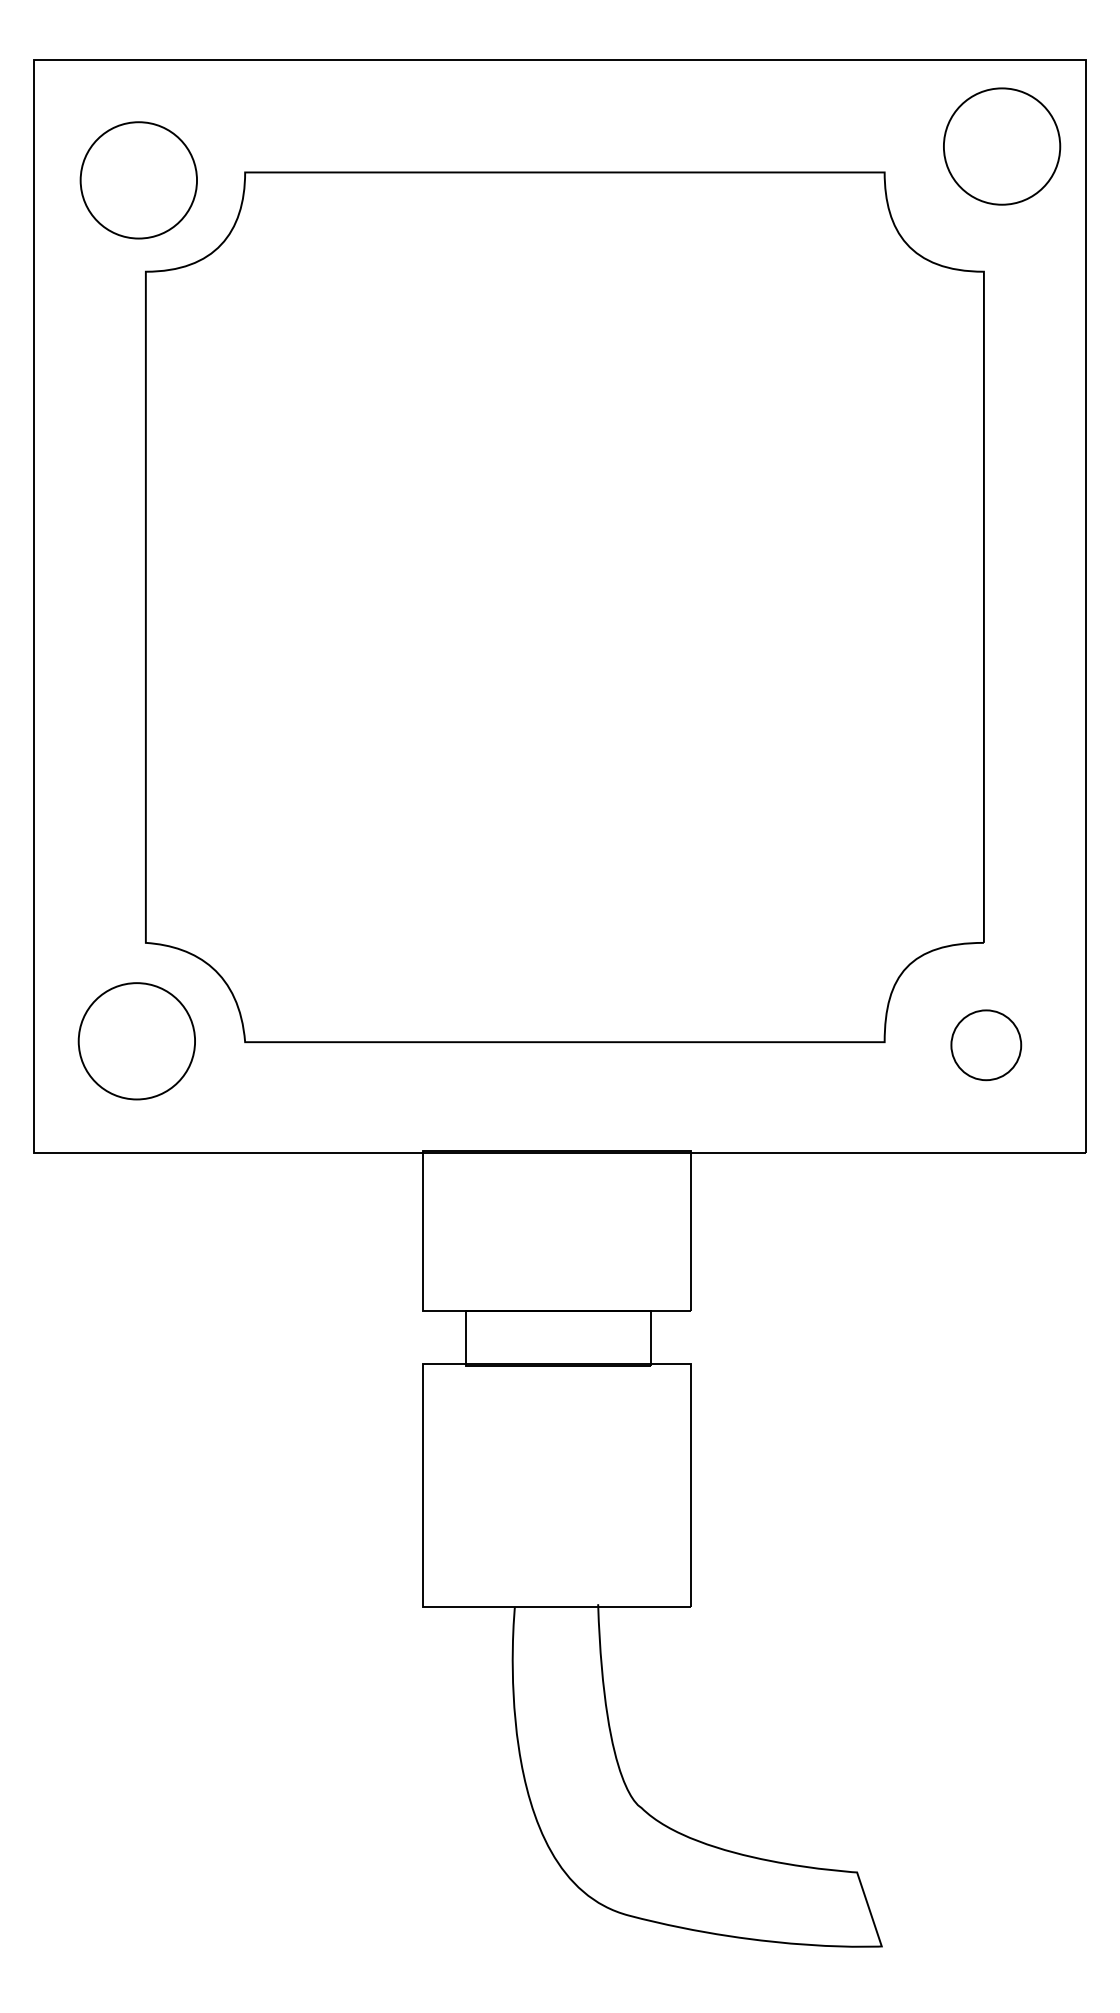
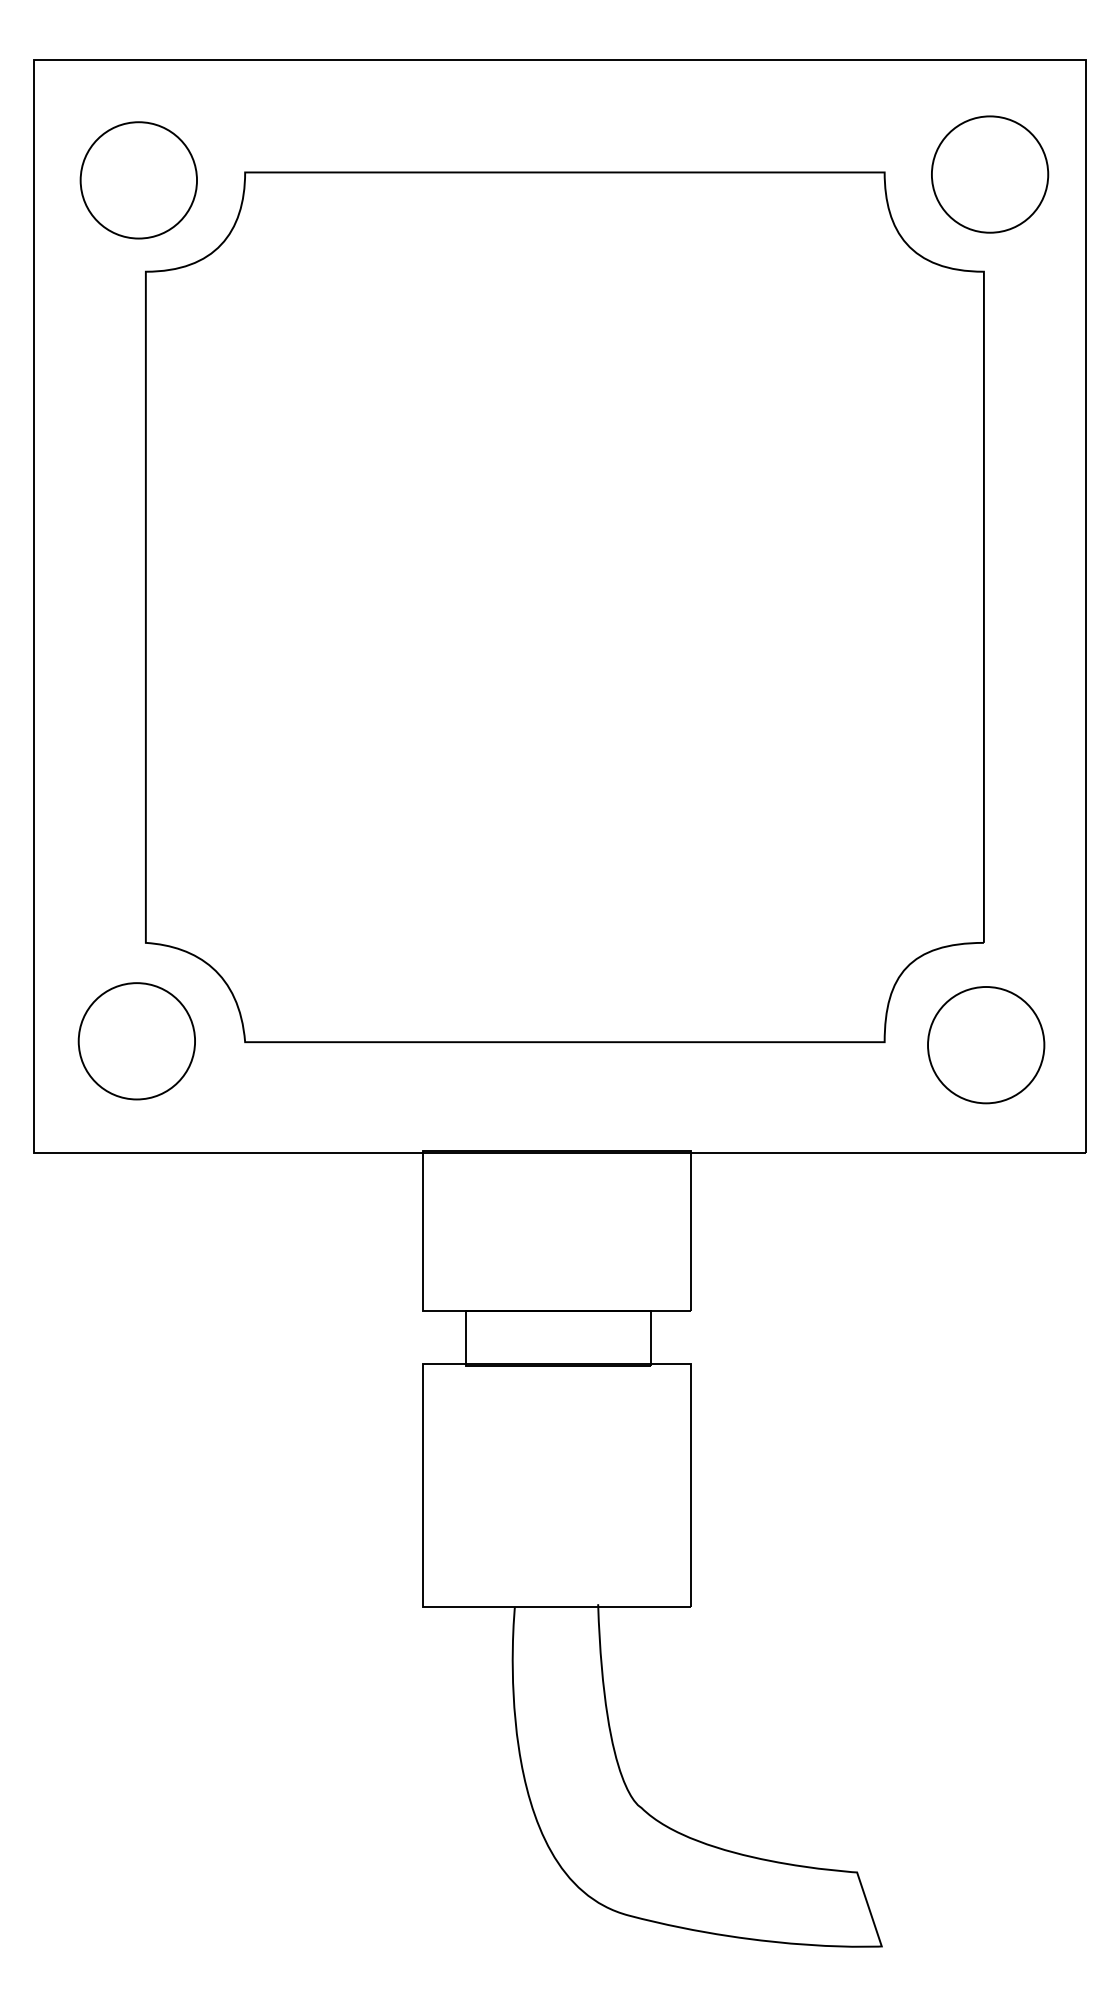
part at (1002, 146) position: (1002, 146) -> (990, 174)
part at (986, 1045) size: 73x73 px -> 119x119 px
